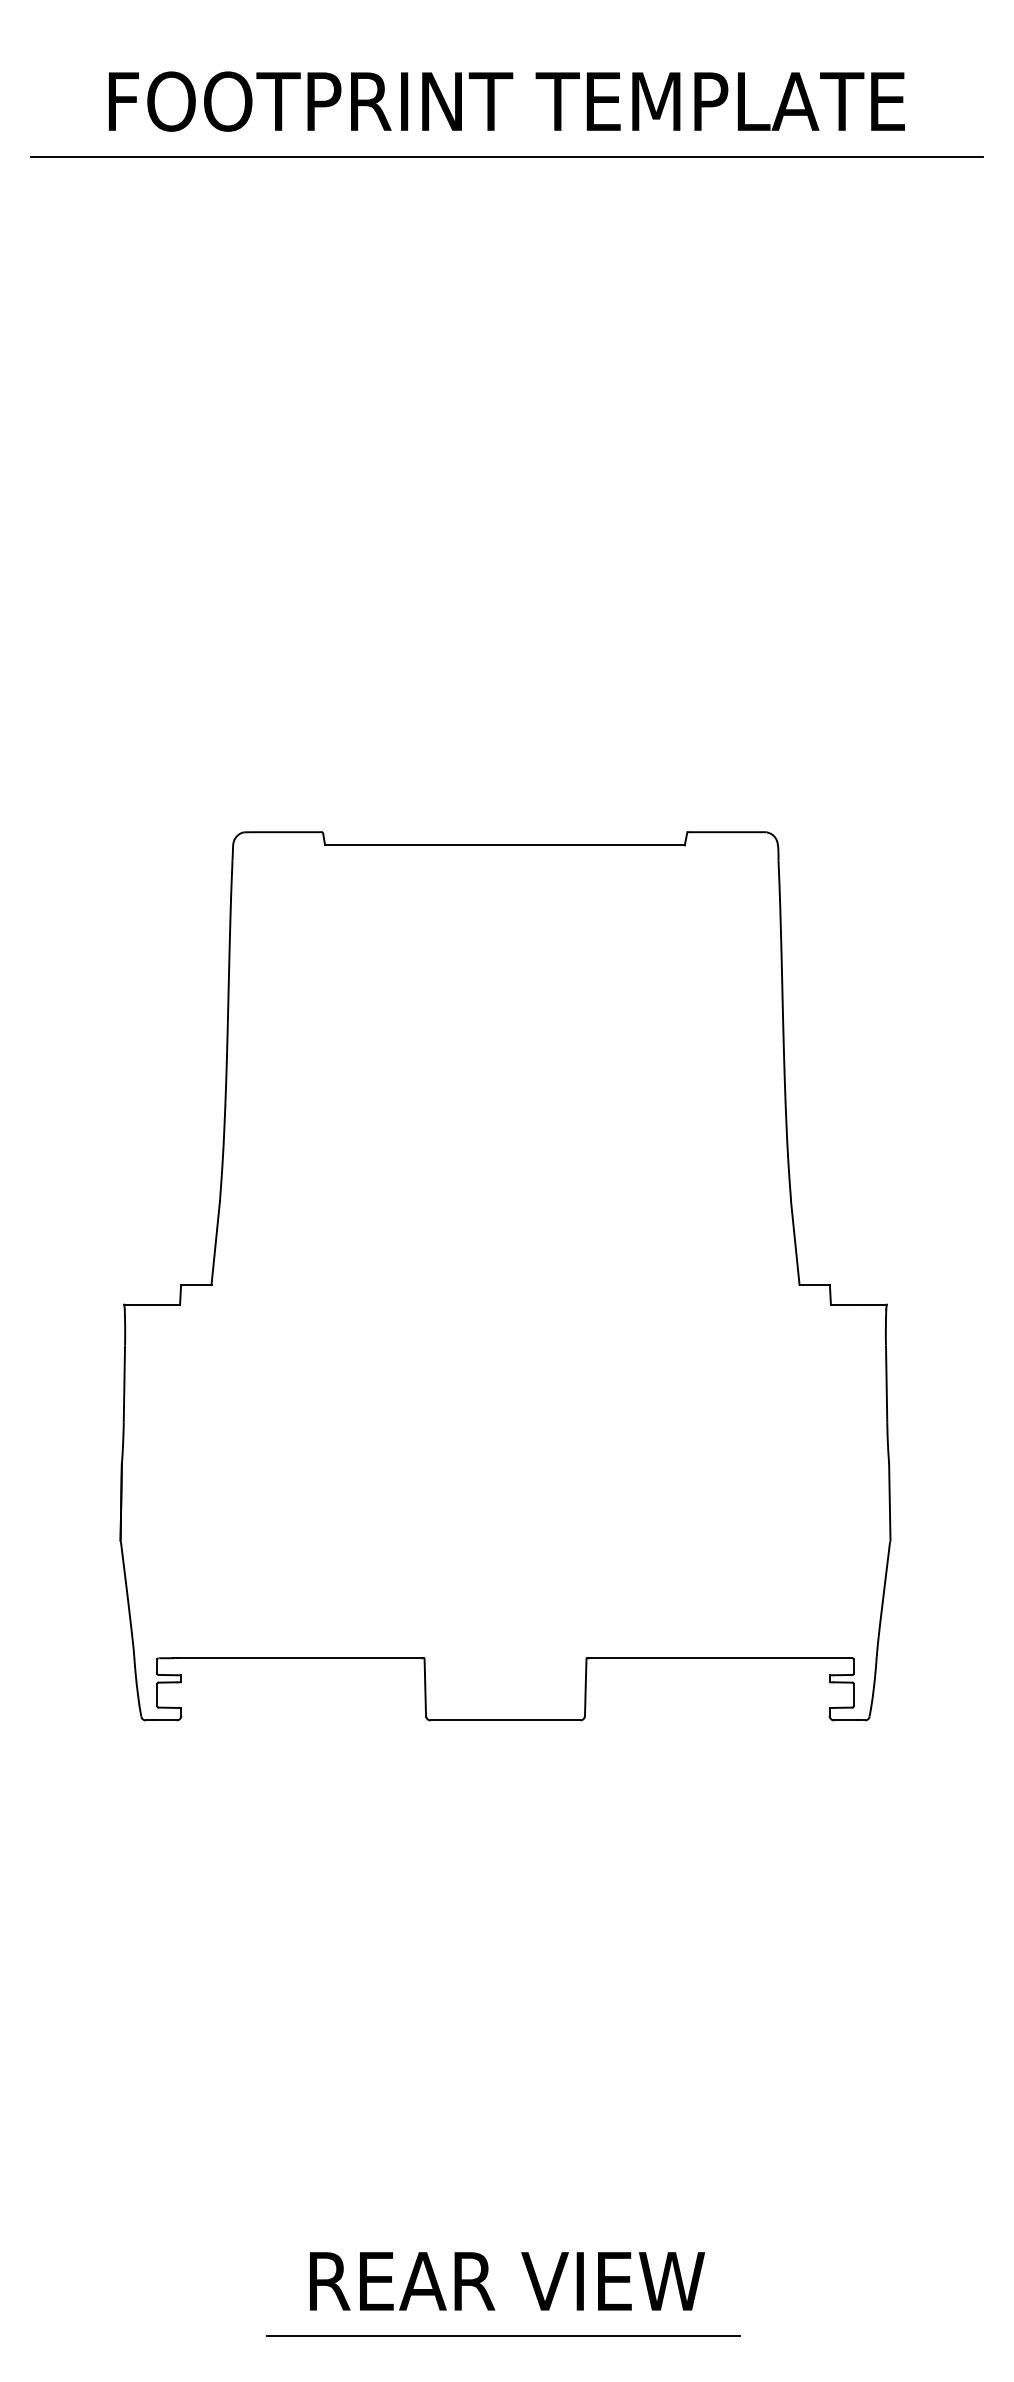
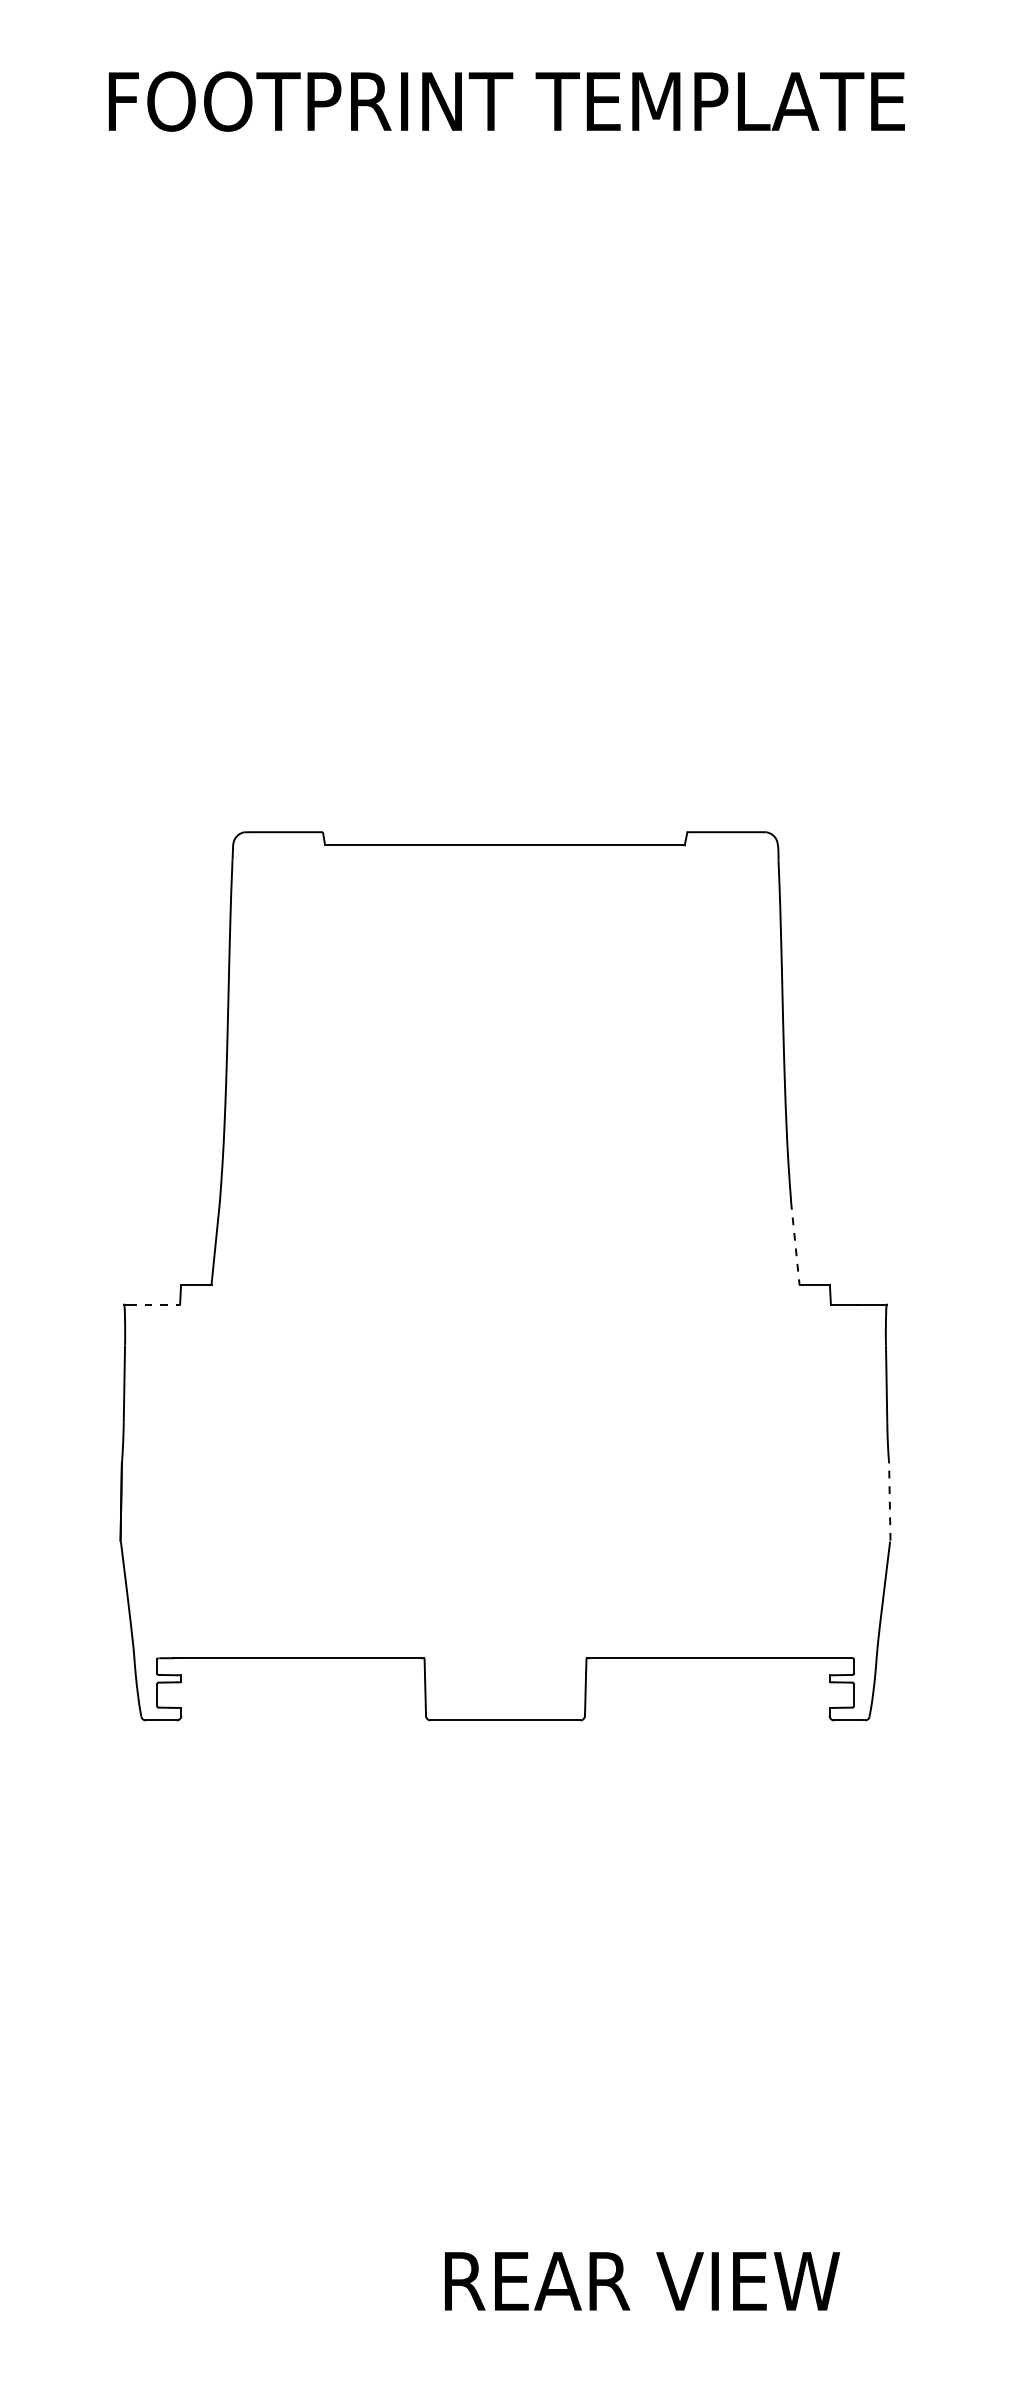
line at (506, 156): present -> none
line at (795, 1243): solid -> dashed
line at (154, 1304): solid -> dashed
line at (889, 1502): solid -> dashed
text at (507, 2281) position: (507, 2281) -> (642, 2281)
line at (503, 2335): present -> none
